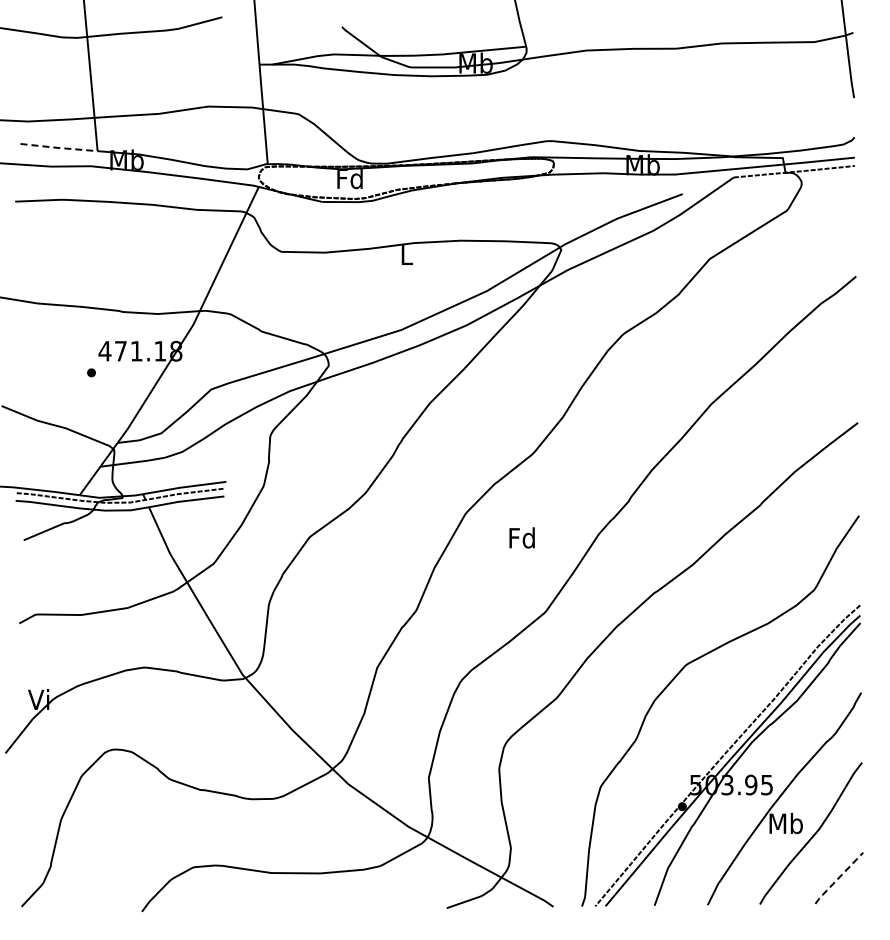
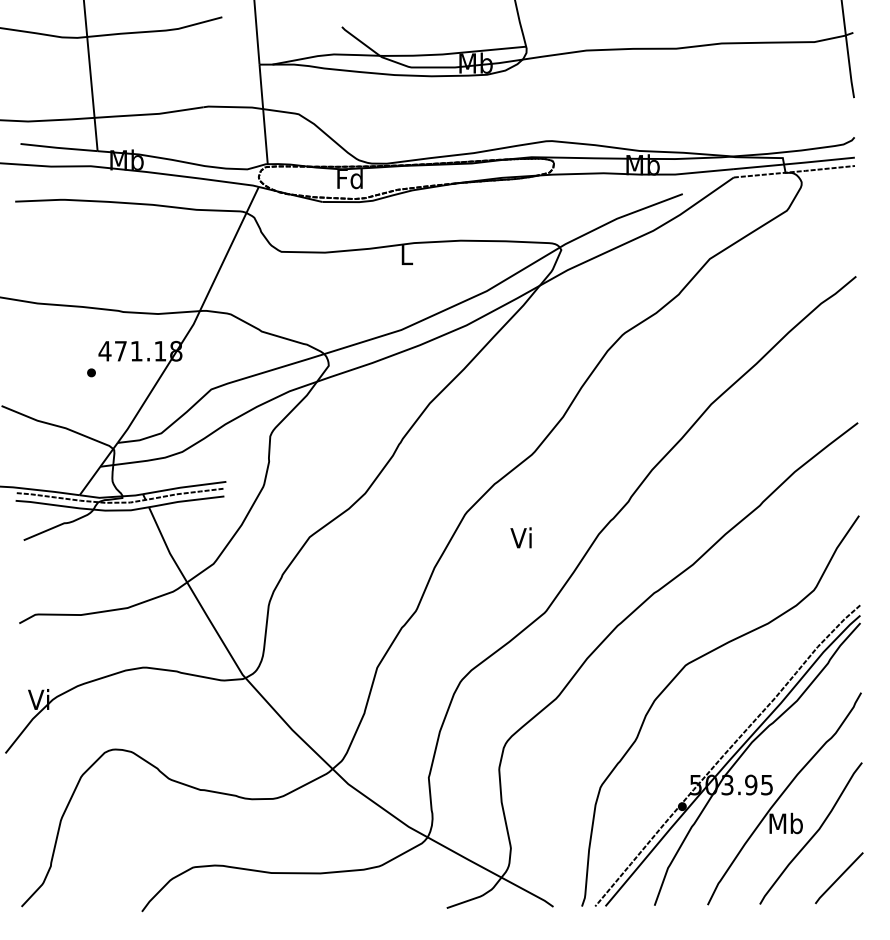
line at (58, 147): dashed -> solid
text at (521, 537): Fd -> Vi
line at (838, 878): dashed -> solid
